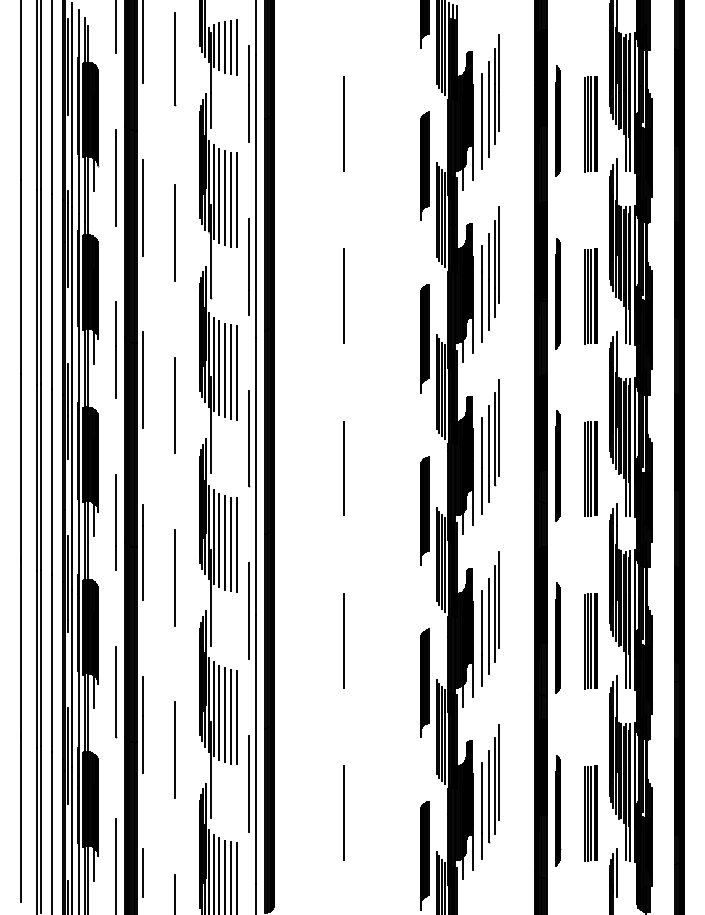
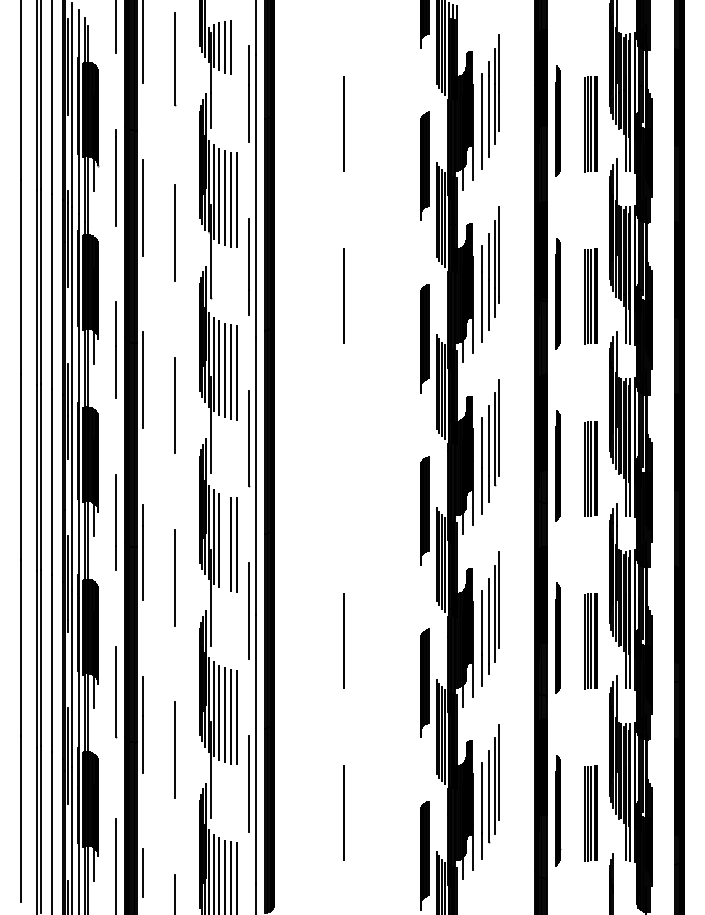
line at (236, 47): present -> none
line at (343, 468): present -> none
line at (224, 542): present -> none
line at (616, 872): present -> none
